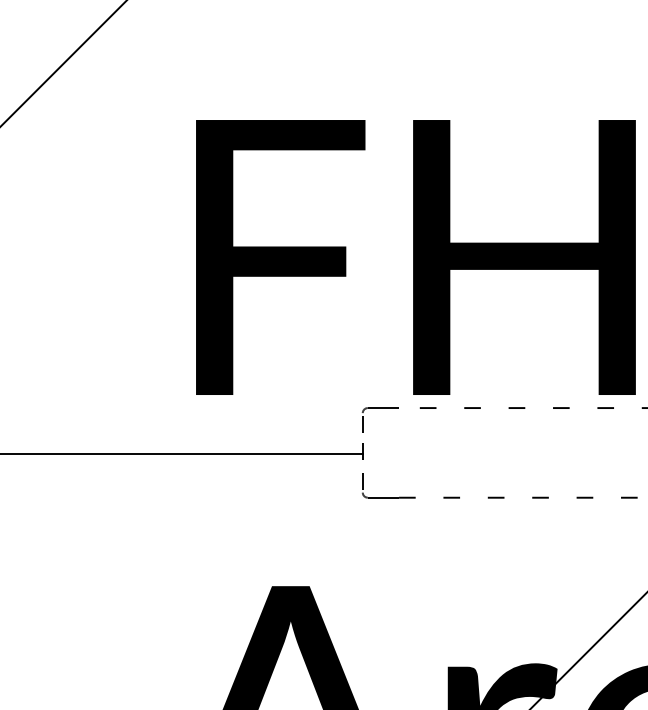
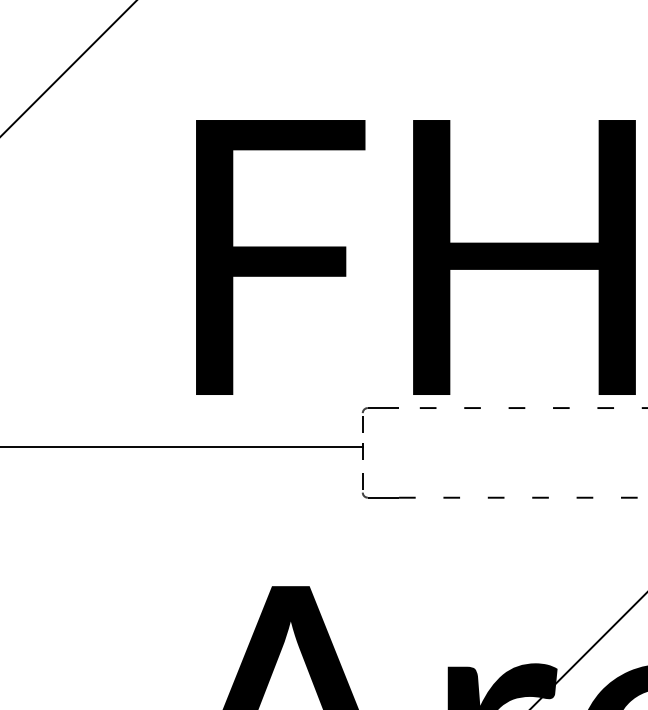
line at (63, 63) position: (63, 63) -> (68, 68)
line at (182, 454) position: (182, 454) -> (182, 447)
